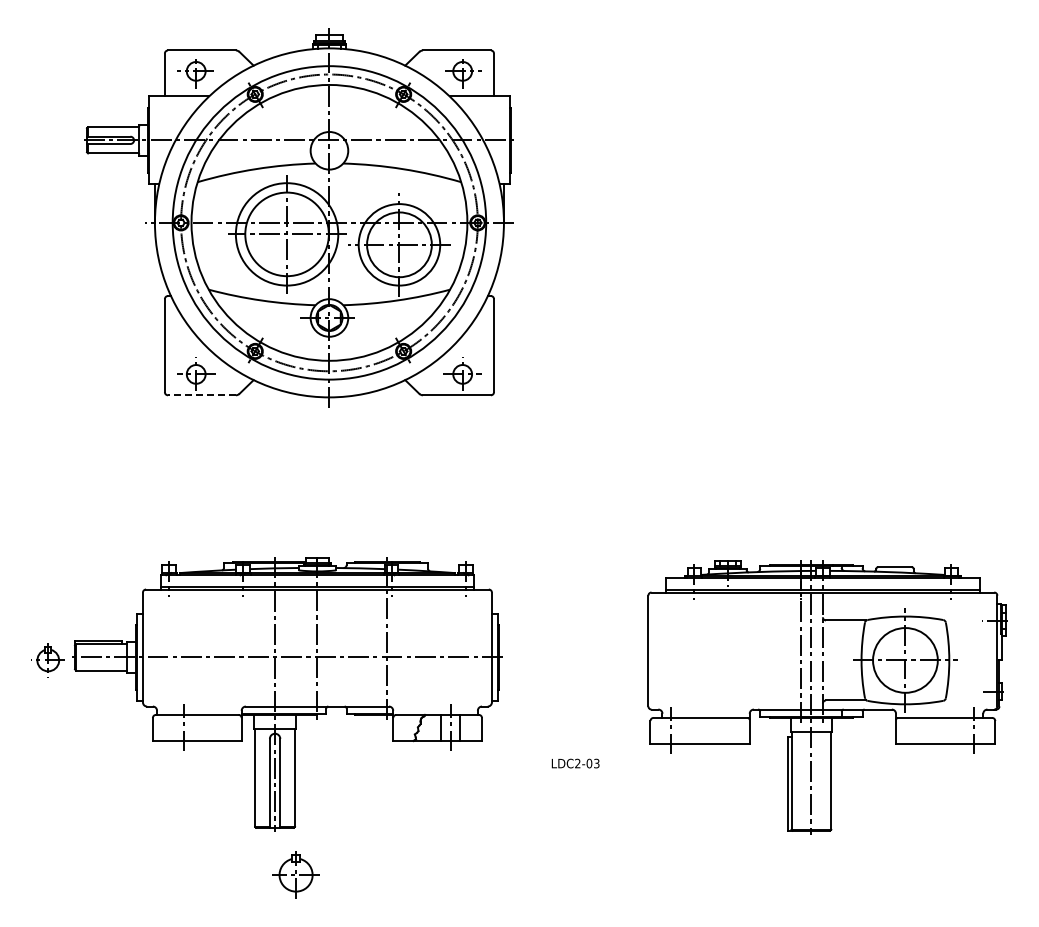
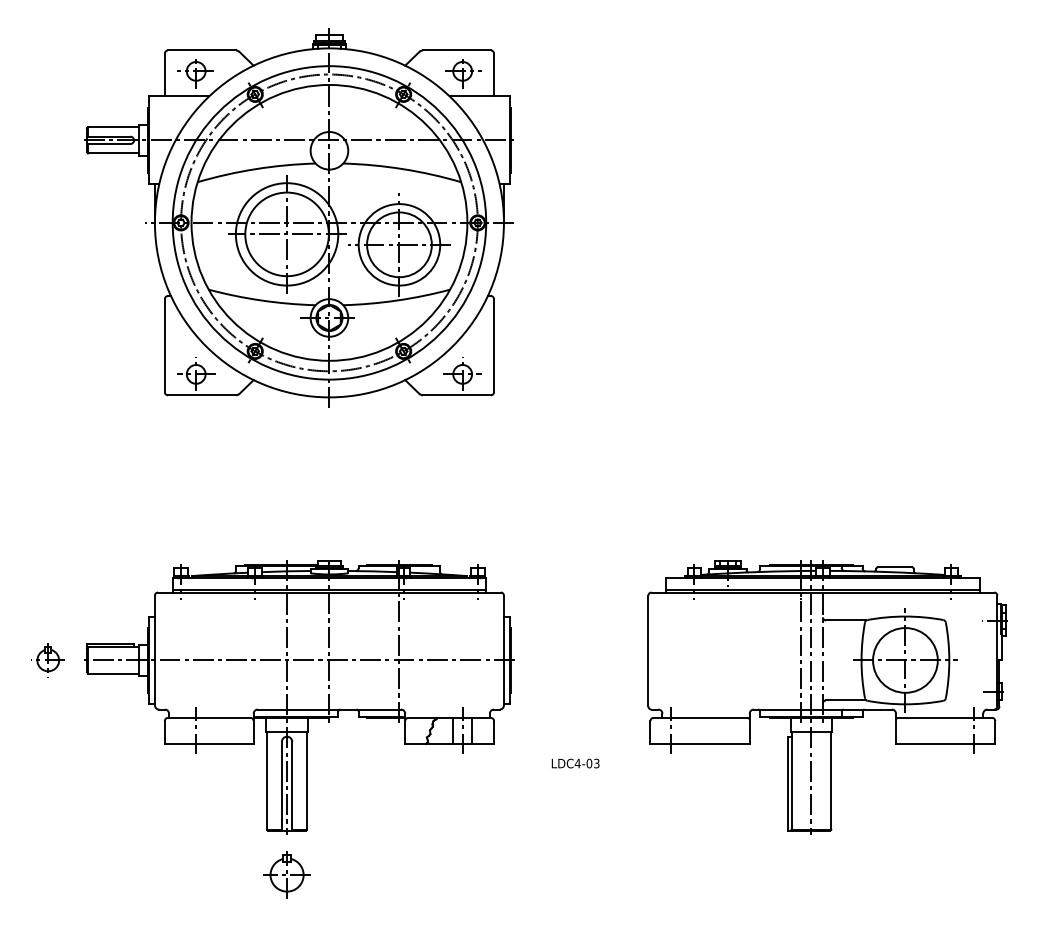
line at (201, 395): dashed -> solid
part at (287, 694) position: (287, 694) -> (299, 697)
text at (577, 763): LDC2-03 -> LDC4-03
part at (295, 874) position: (295, 874) -> (286, 874)
